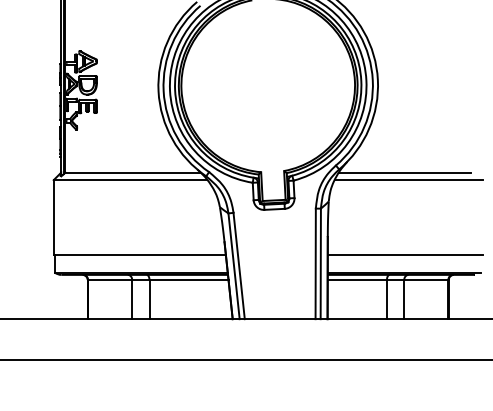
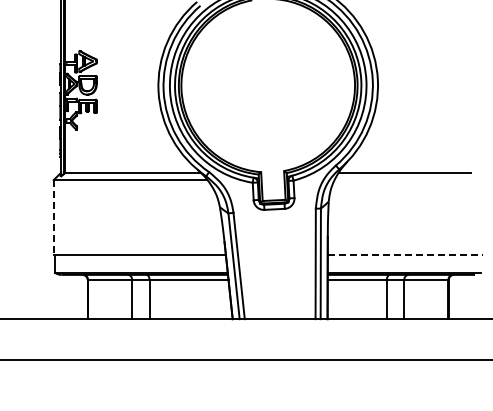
line at (408, 180): present -> none
line at (53, 218): solid -> dashed
line at (405, 254): solid -> dashed
